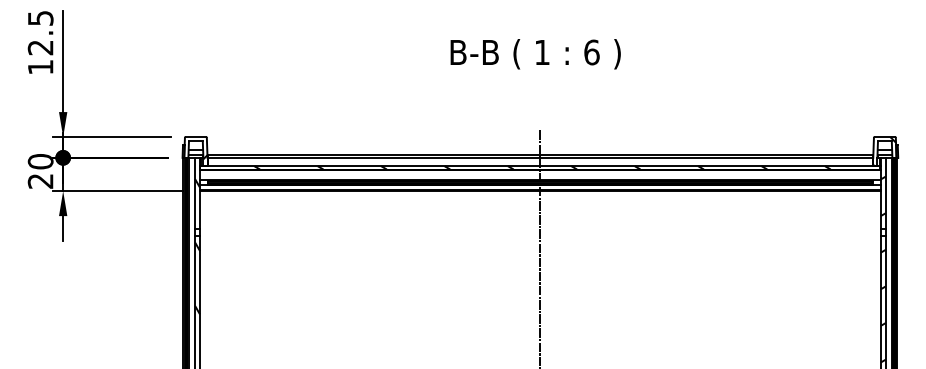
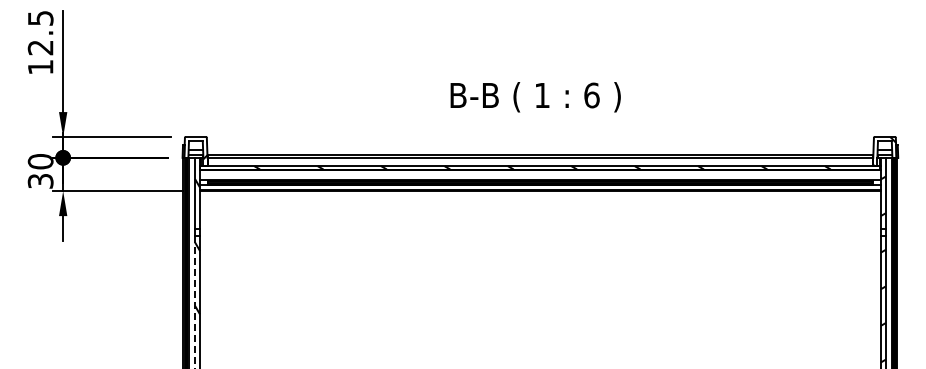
text at (535, 54) position: (535, 54) -> (535, 97)
text at (40, 181): 20 -> 30
line at (540, 247): present -> none
line at (195, 302): solid -> dashed
